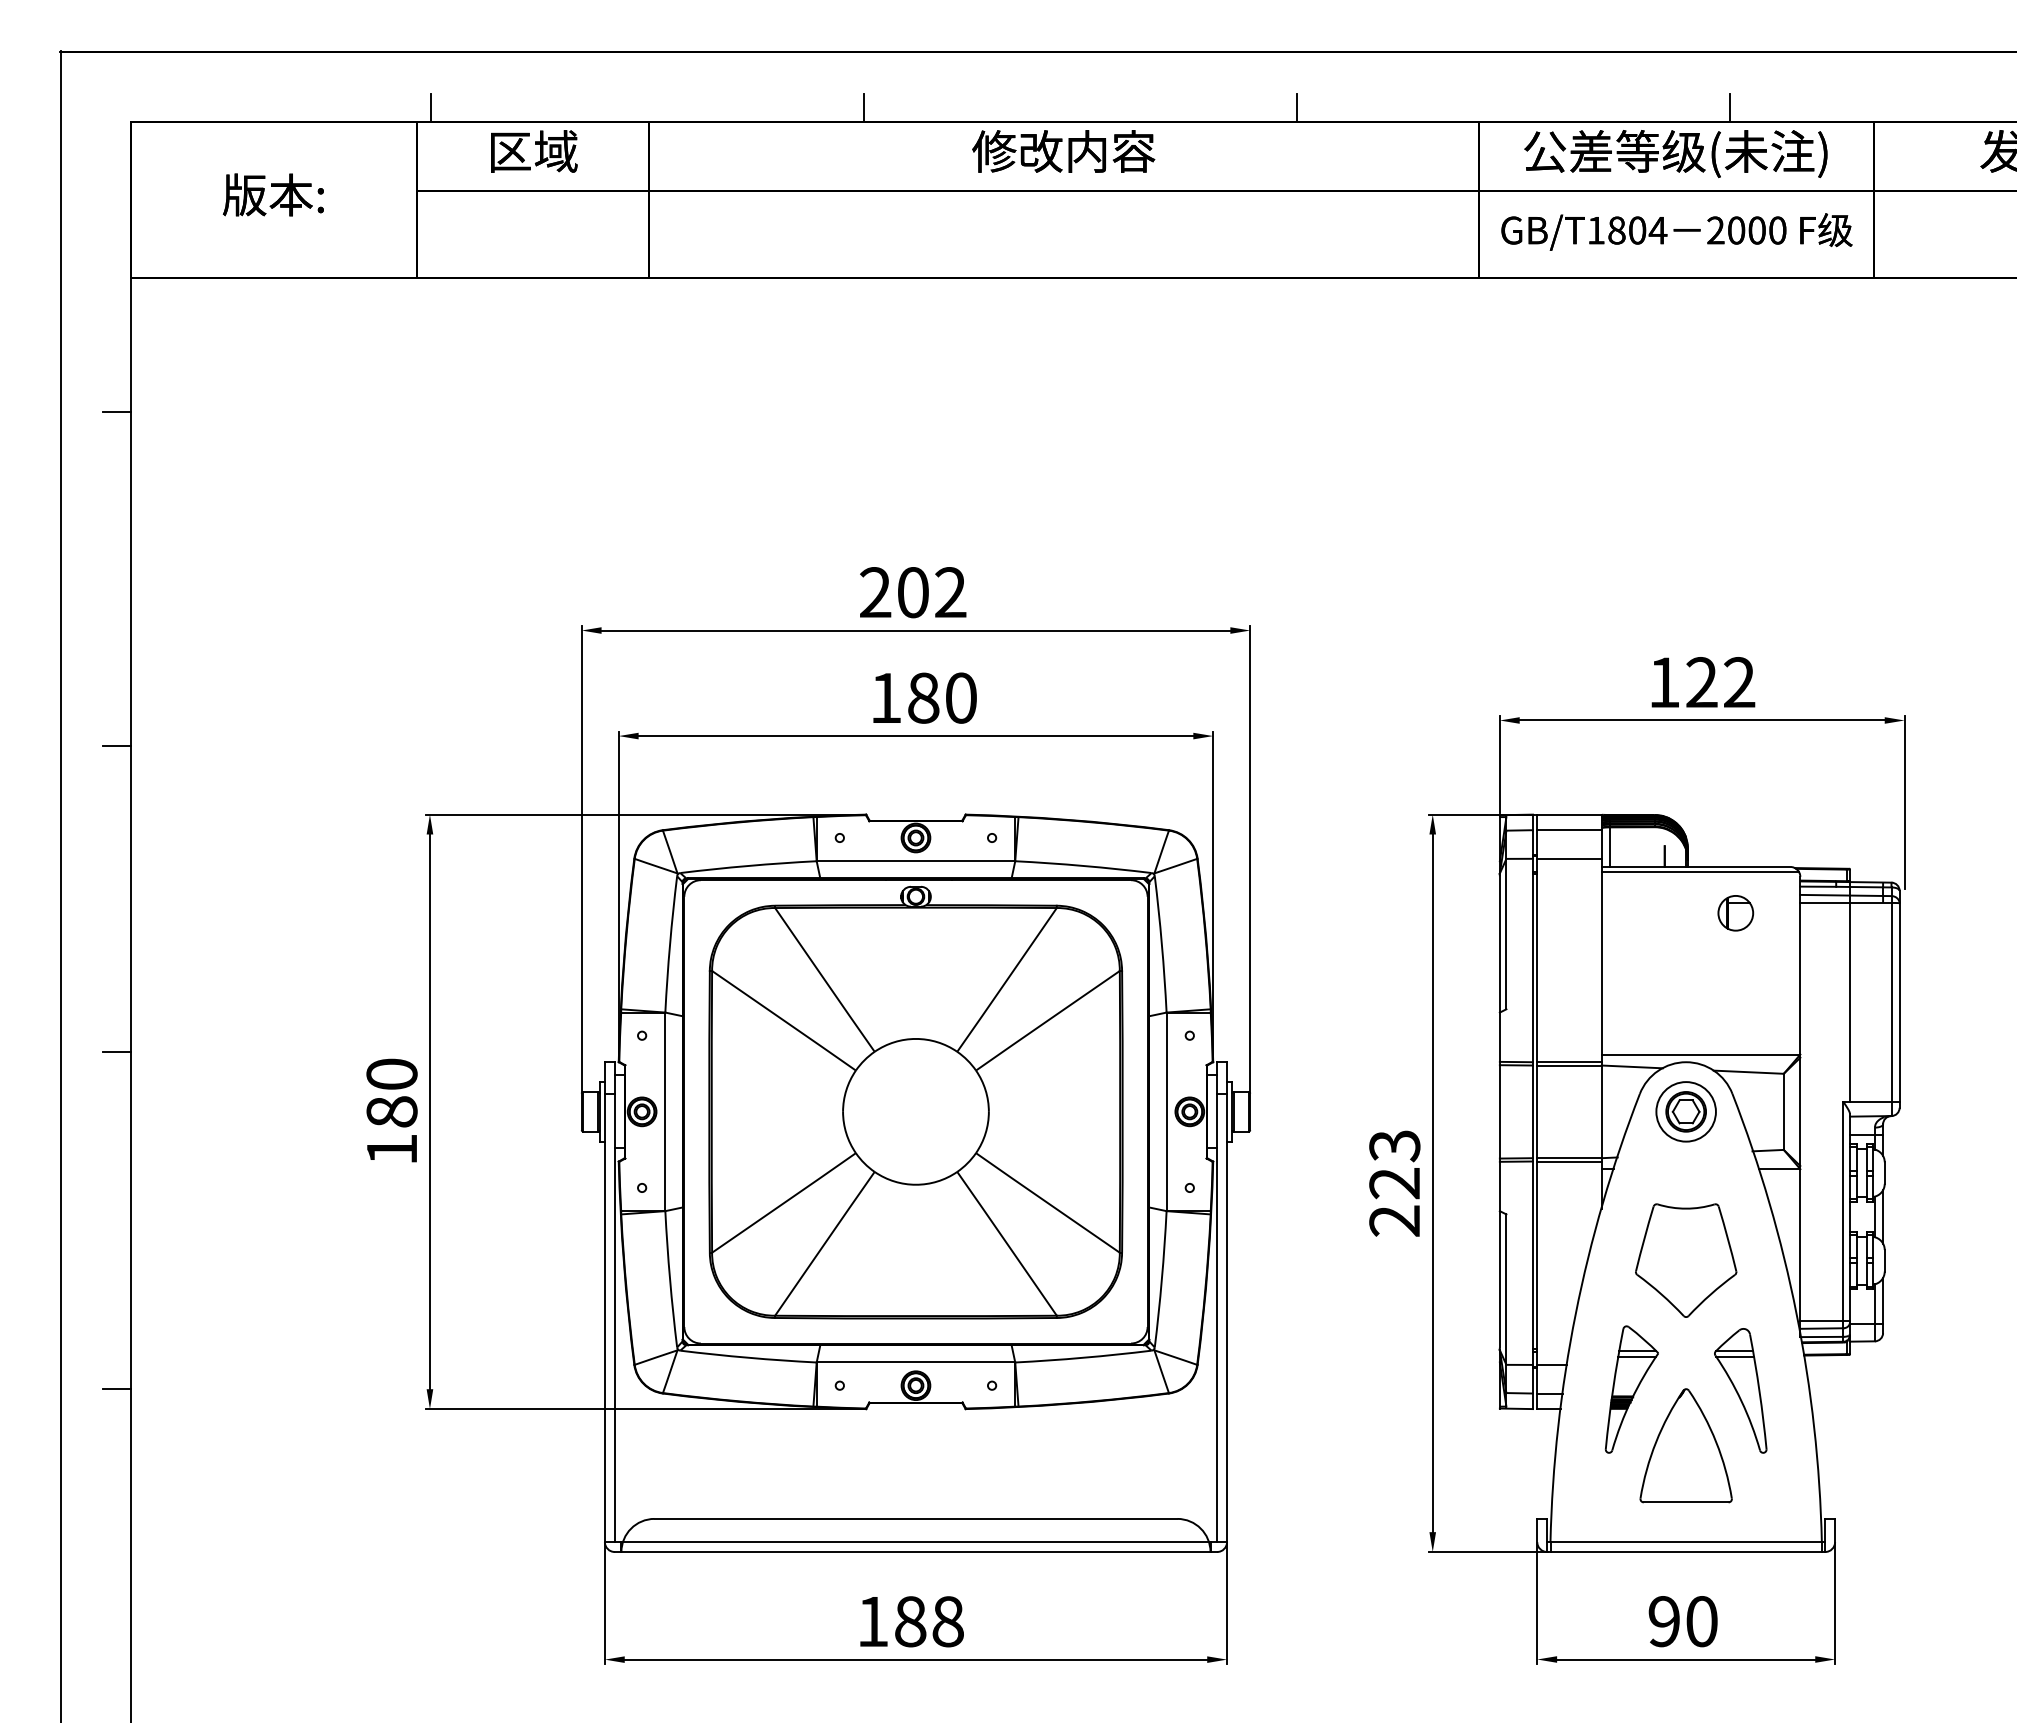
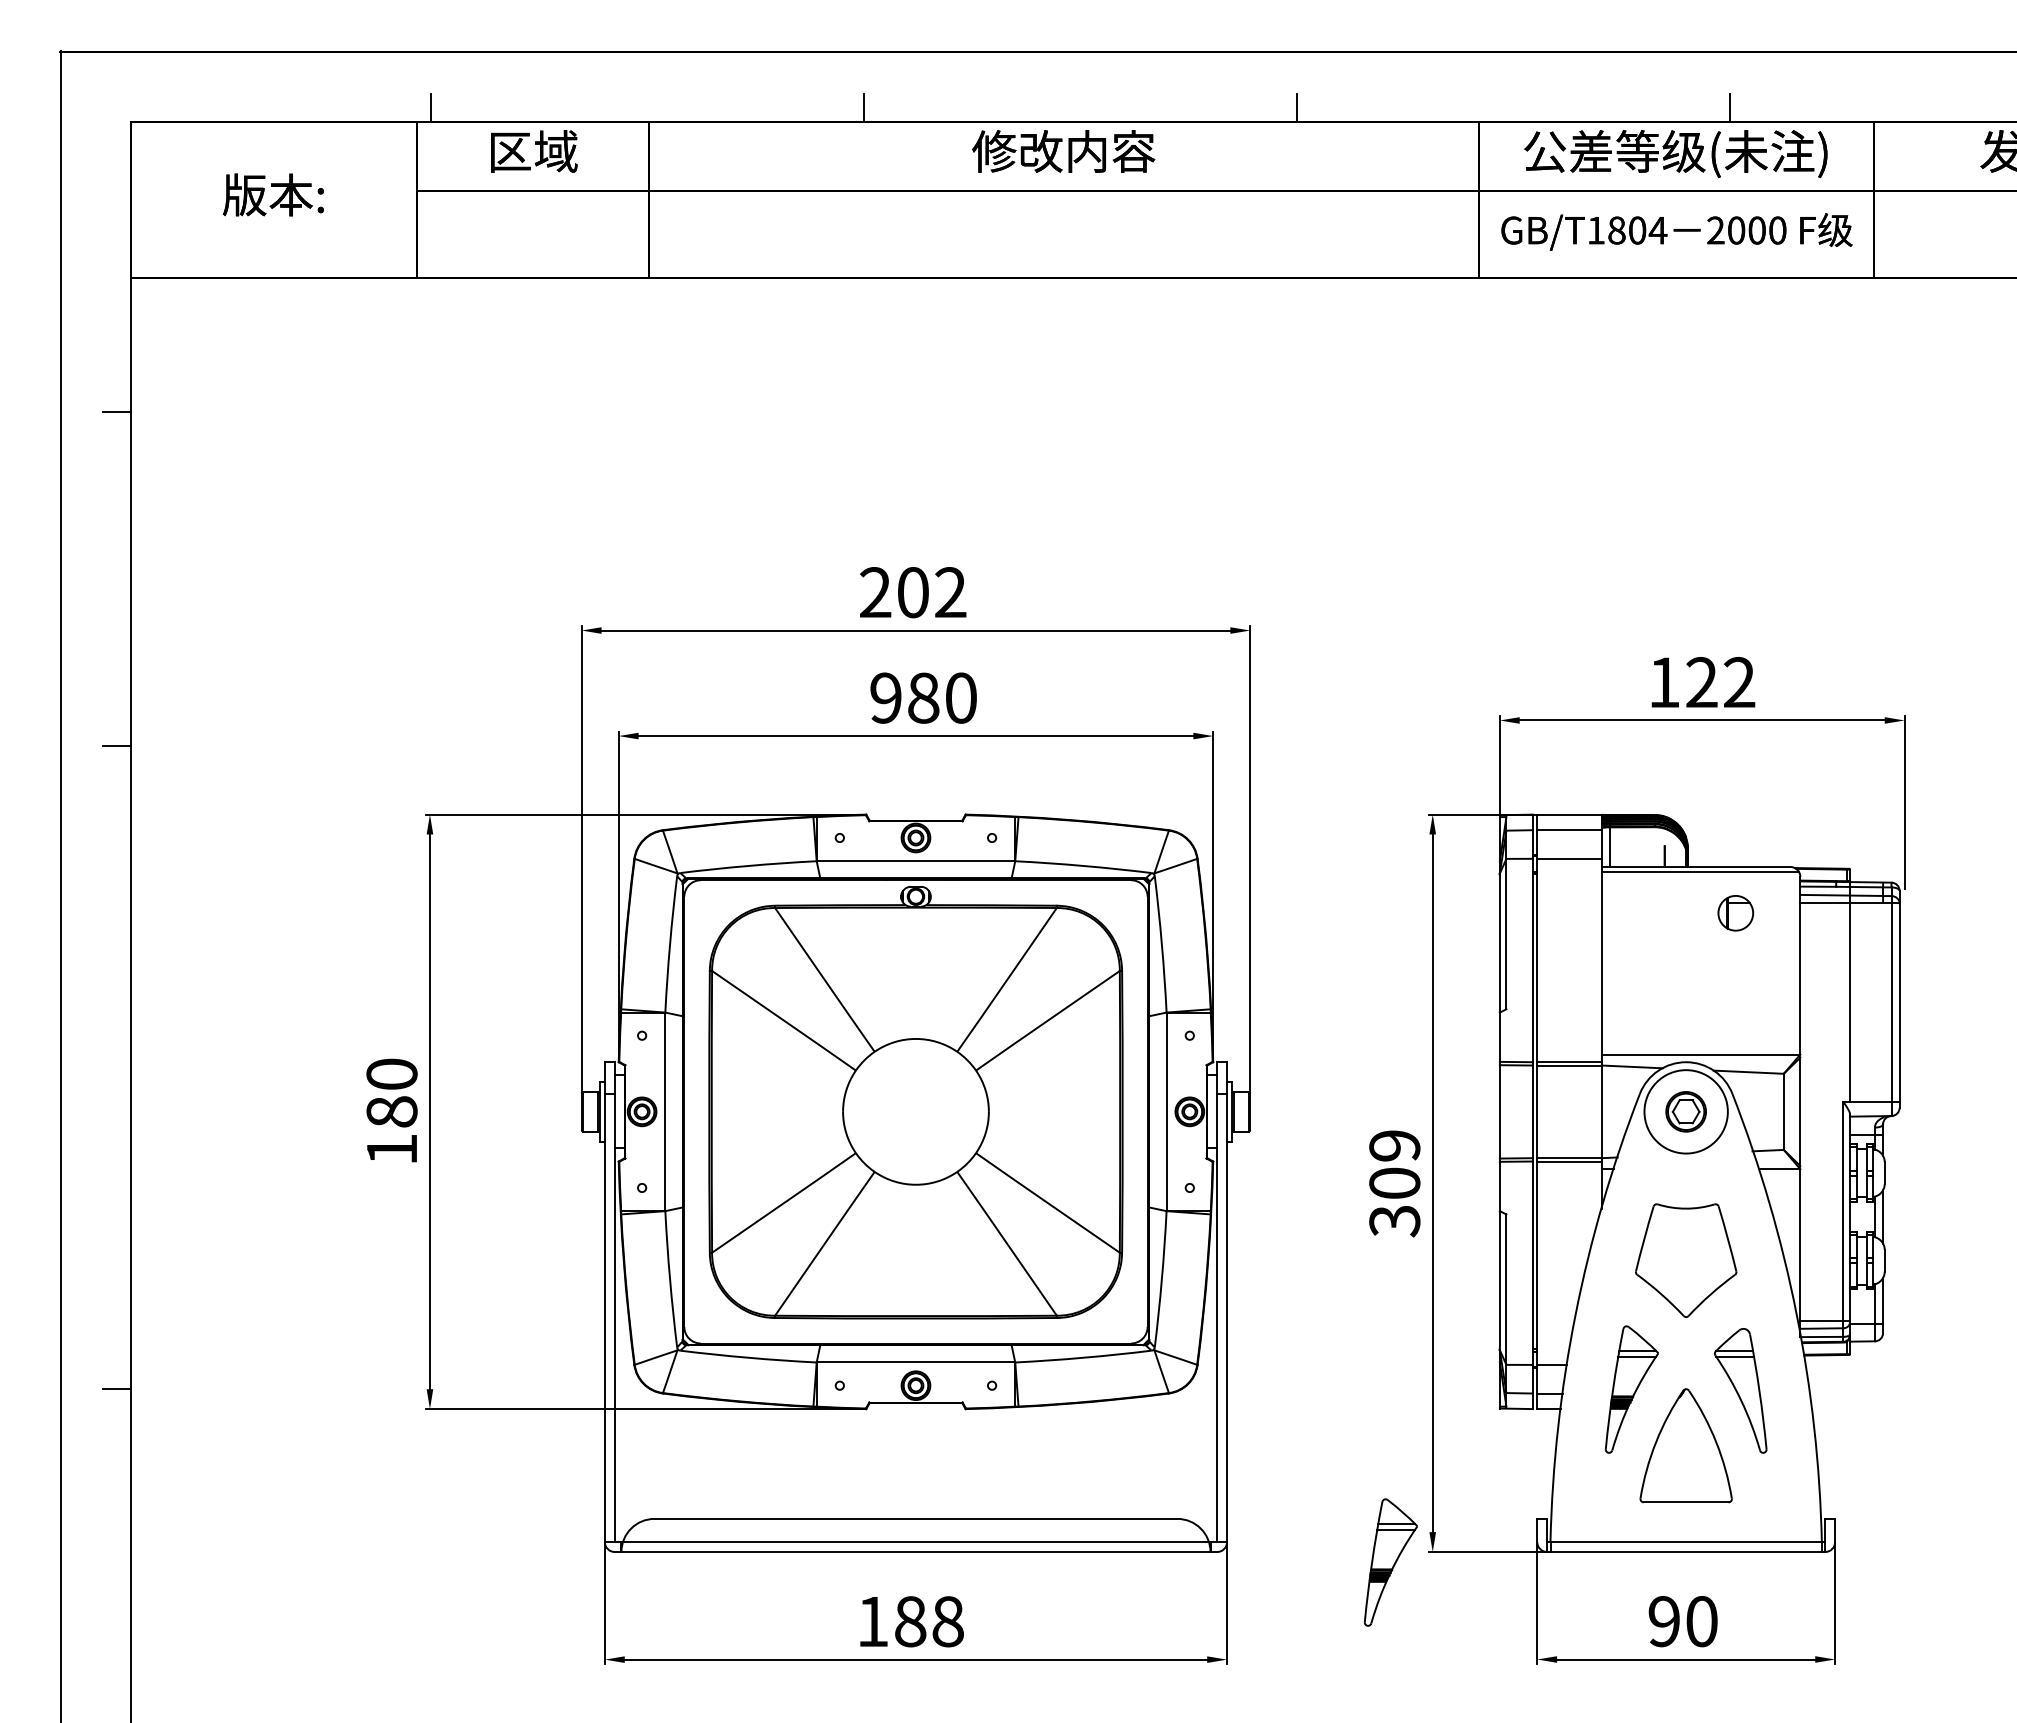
text at (885, 697): 180 -> 980
line at (116, 1051): present -> none
circle at (1685, 1111) diameter: 60 px -> 83 px
text at (1394, 1183): 223 -> 309
part at (1390, 1562): none -> present
